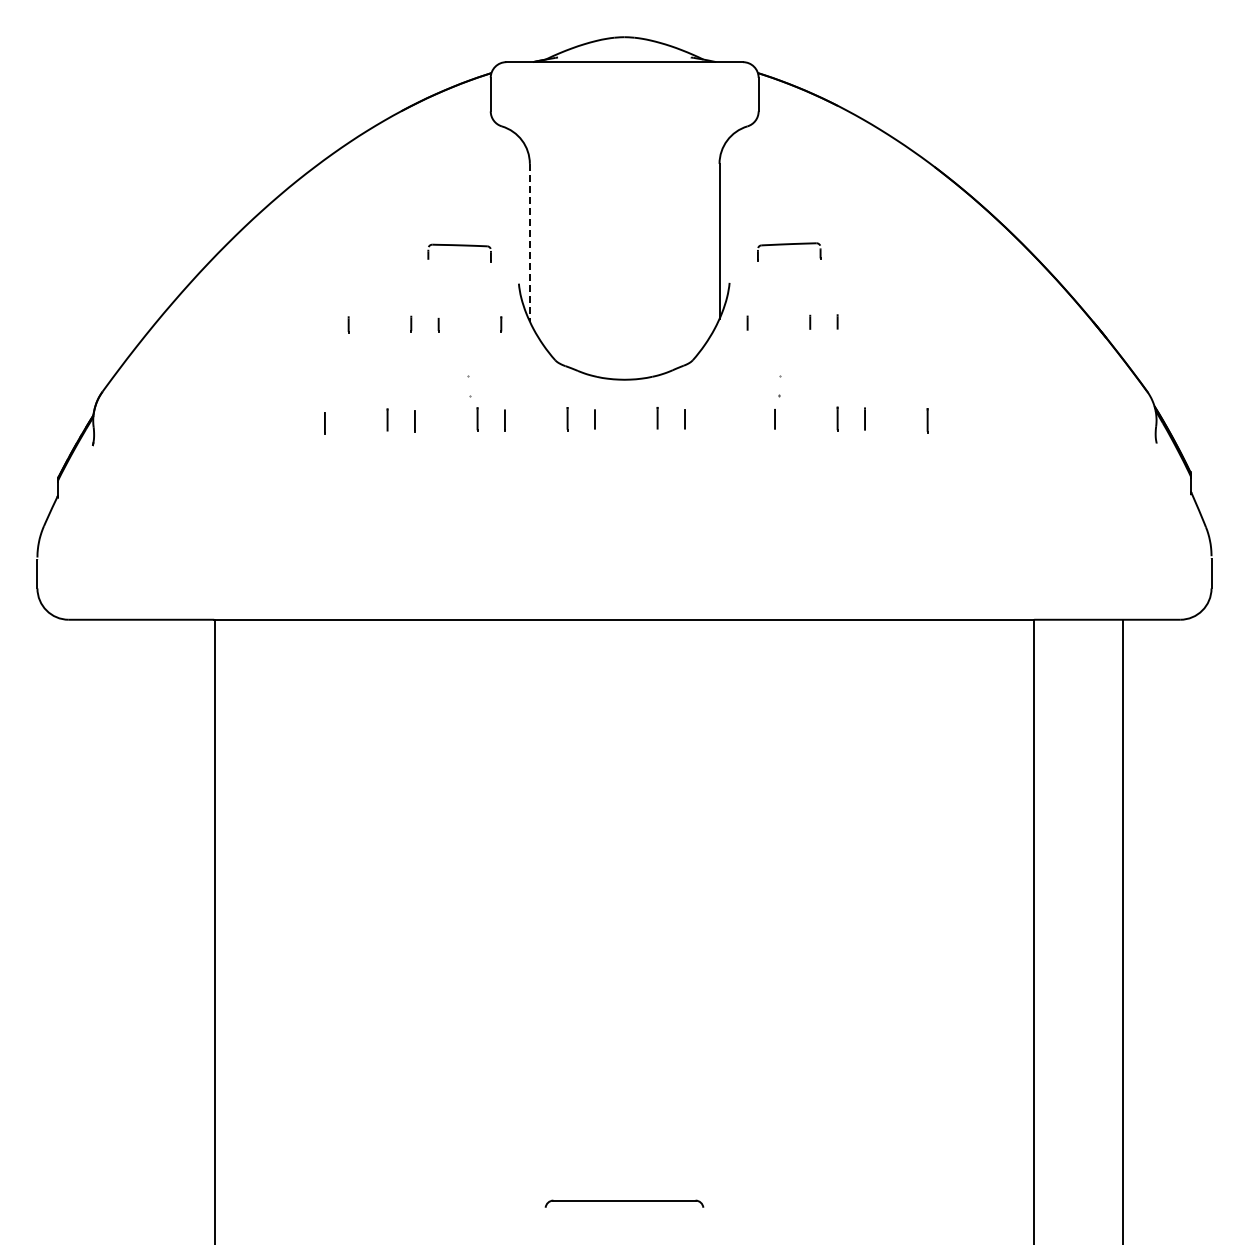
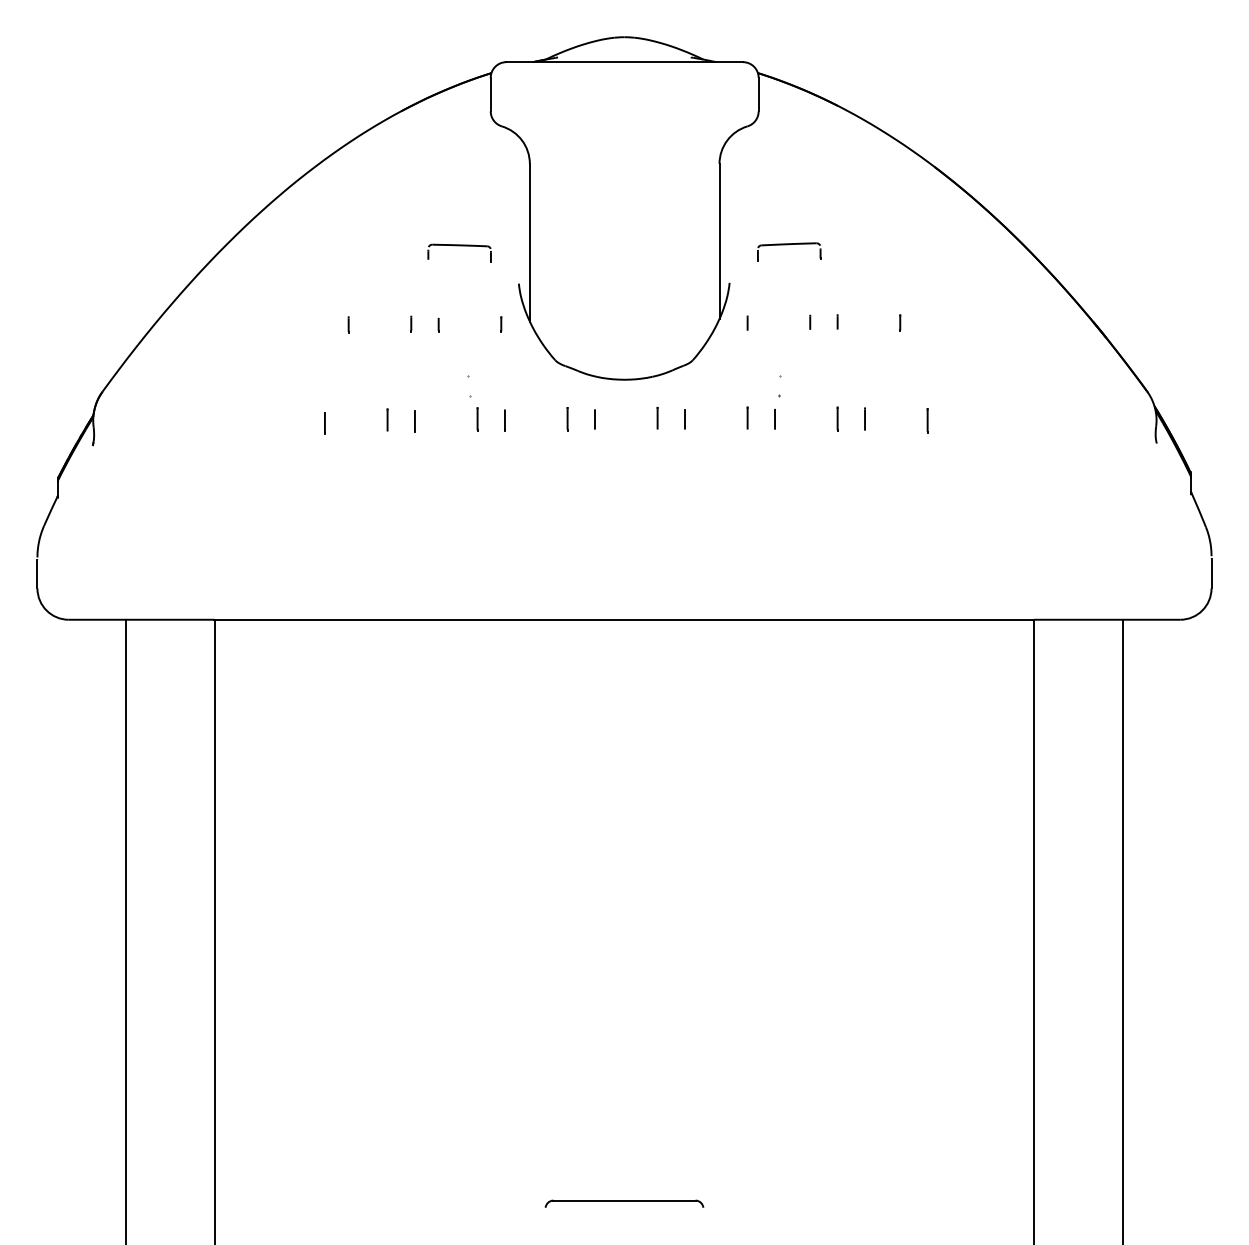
line at (529, 242): dashed -> solid
line at (900, 322): none -> present
line at (747, 417): none -> present
line at (125, 930): none -> present
